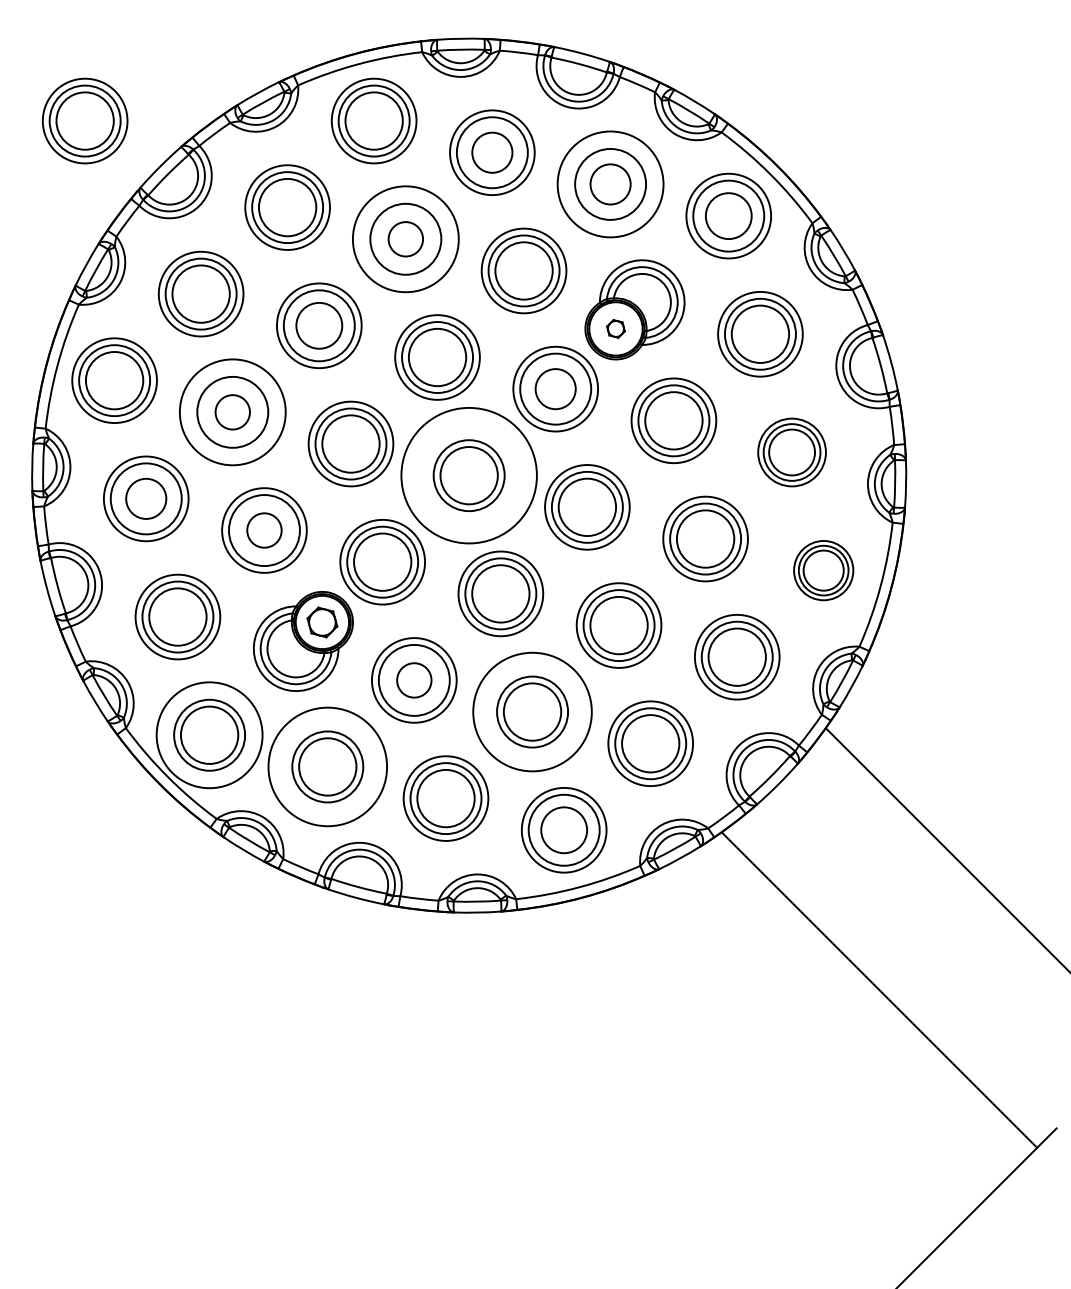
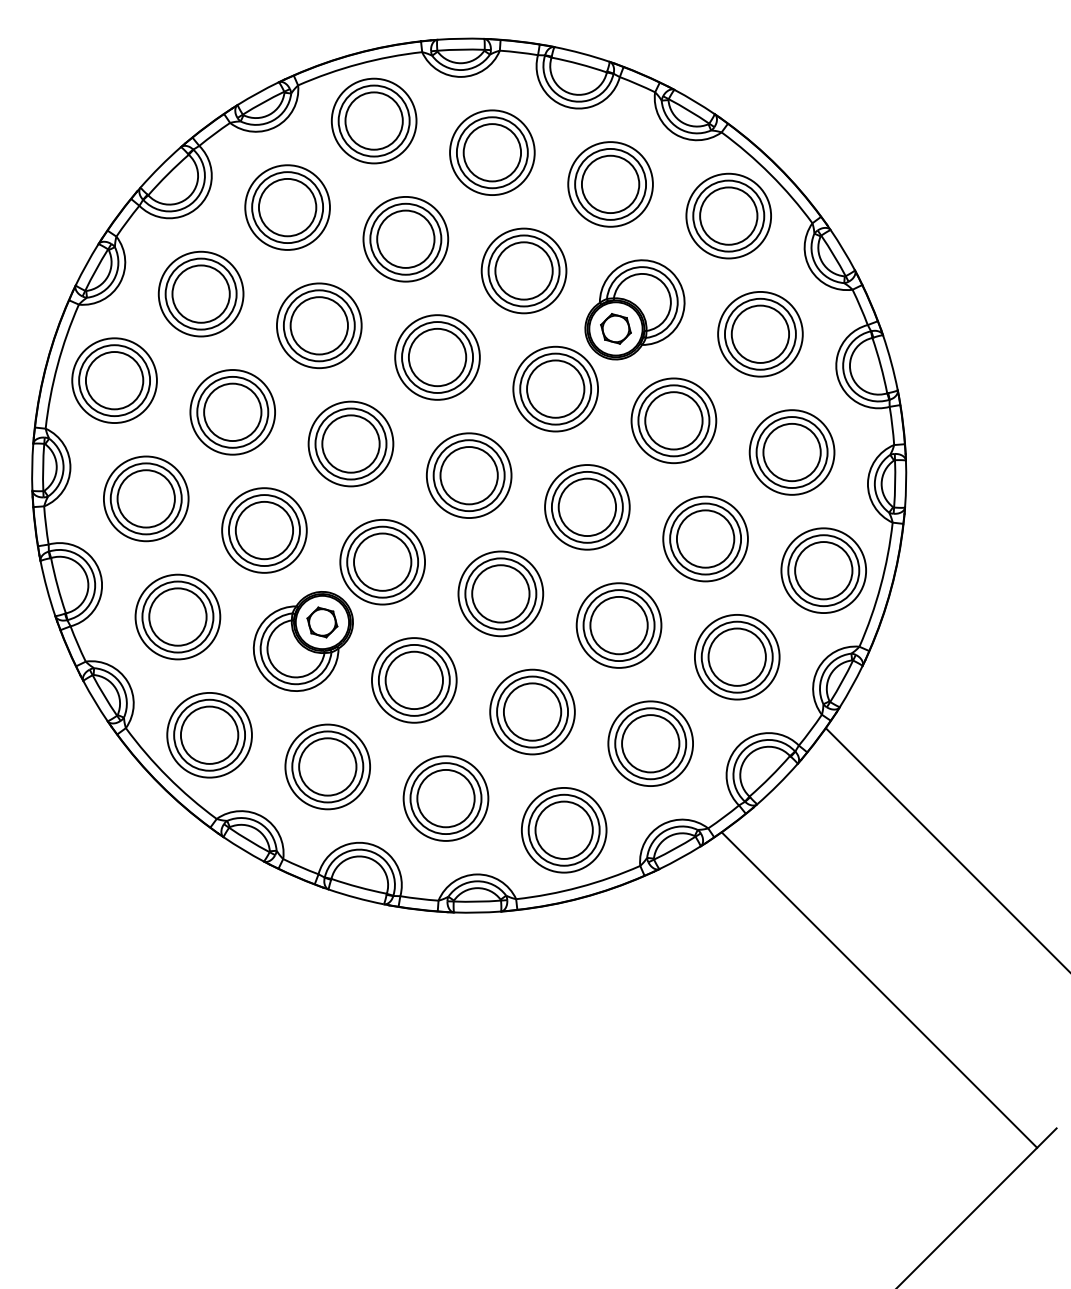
part at (84, 120): present -> none
circle at (492, 152) diameter: 40 px -> 57 px
circle at (610, 184) diameter: 106 px -> 85 px
circle at (610, 184) diameter: 40 px -> 57 px
circle at (728, 216) diameter: 46 px -> 57 px
circle at (405, 239) diameter: 106 px -> 85 px
circle at (405, 239) diameter: 34 px -> 57 px
circle at (319, 325) diameter: 46 px -> 57 px
part at (615, 328) size: 20x21 px -> 32x32 px
circle at (555, 389) diameter: 40 px -> 57 px
circle at (232, 412) diameter: 106 px -> 85 px
circle at (232, 412) diameter: 34 px -> 57 px
part at (791, 452) size: 70x71 px -> 88x87 px
circle at (468, 475) diameter: 136 px -> 85 px
circle at (146, 498) diameter: 40 px -> 57 px
circle at (264, 530) diameter: 34 px -> 57 px
part at (823, 570) size: 62x62 px -> 87x87 px
circle at (414, 680) diameter: 34 px -> 57 px
circle at (532, 711) diameter: 119 px -> 85 px
circle at (209, 735) diameter: 106 px -> 85 px
circle at (327, 766) diameter: 119 px -> 85 px
circle at (564, 830) diameter: 46 px -> 57 px
